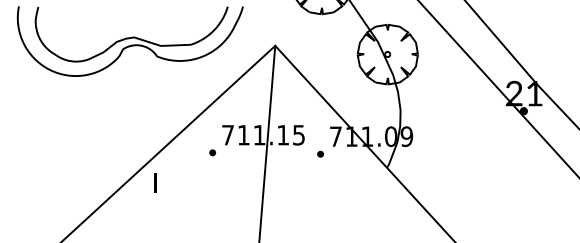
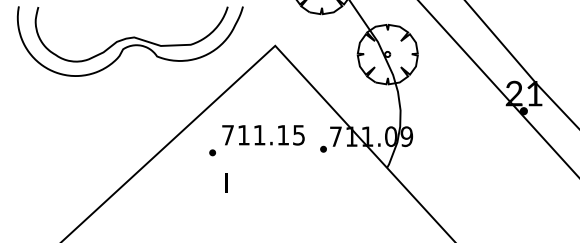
line at (267, 142): present -> none
part at (320, 153) position: (320, 153) -> (323, 148)
text at (155, 182) position: (155, 182) -> (226, 182)
